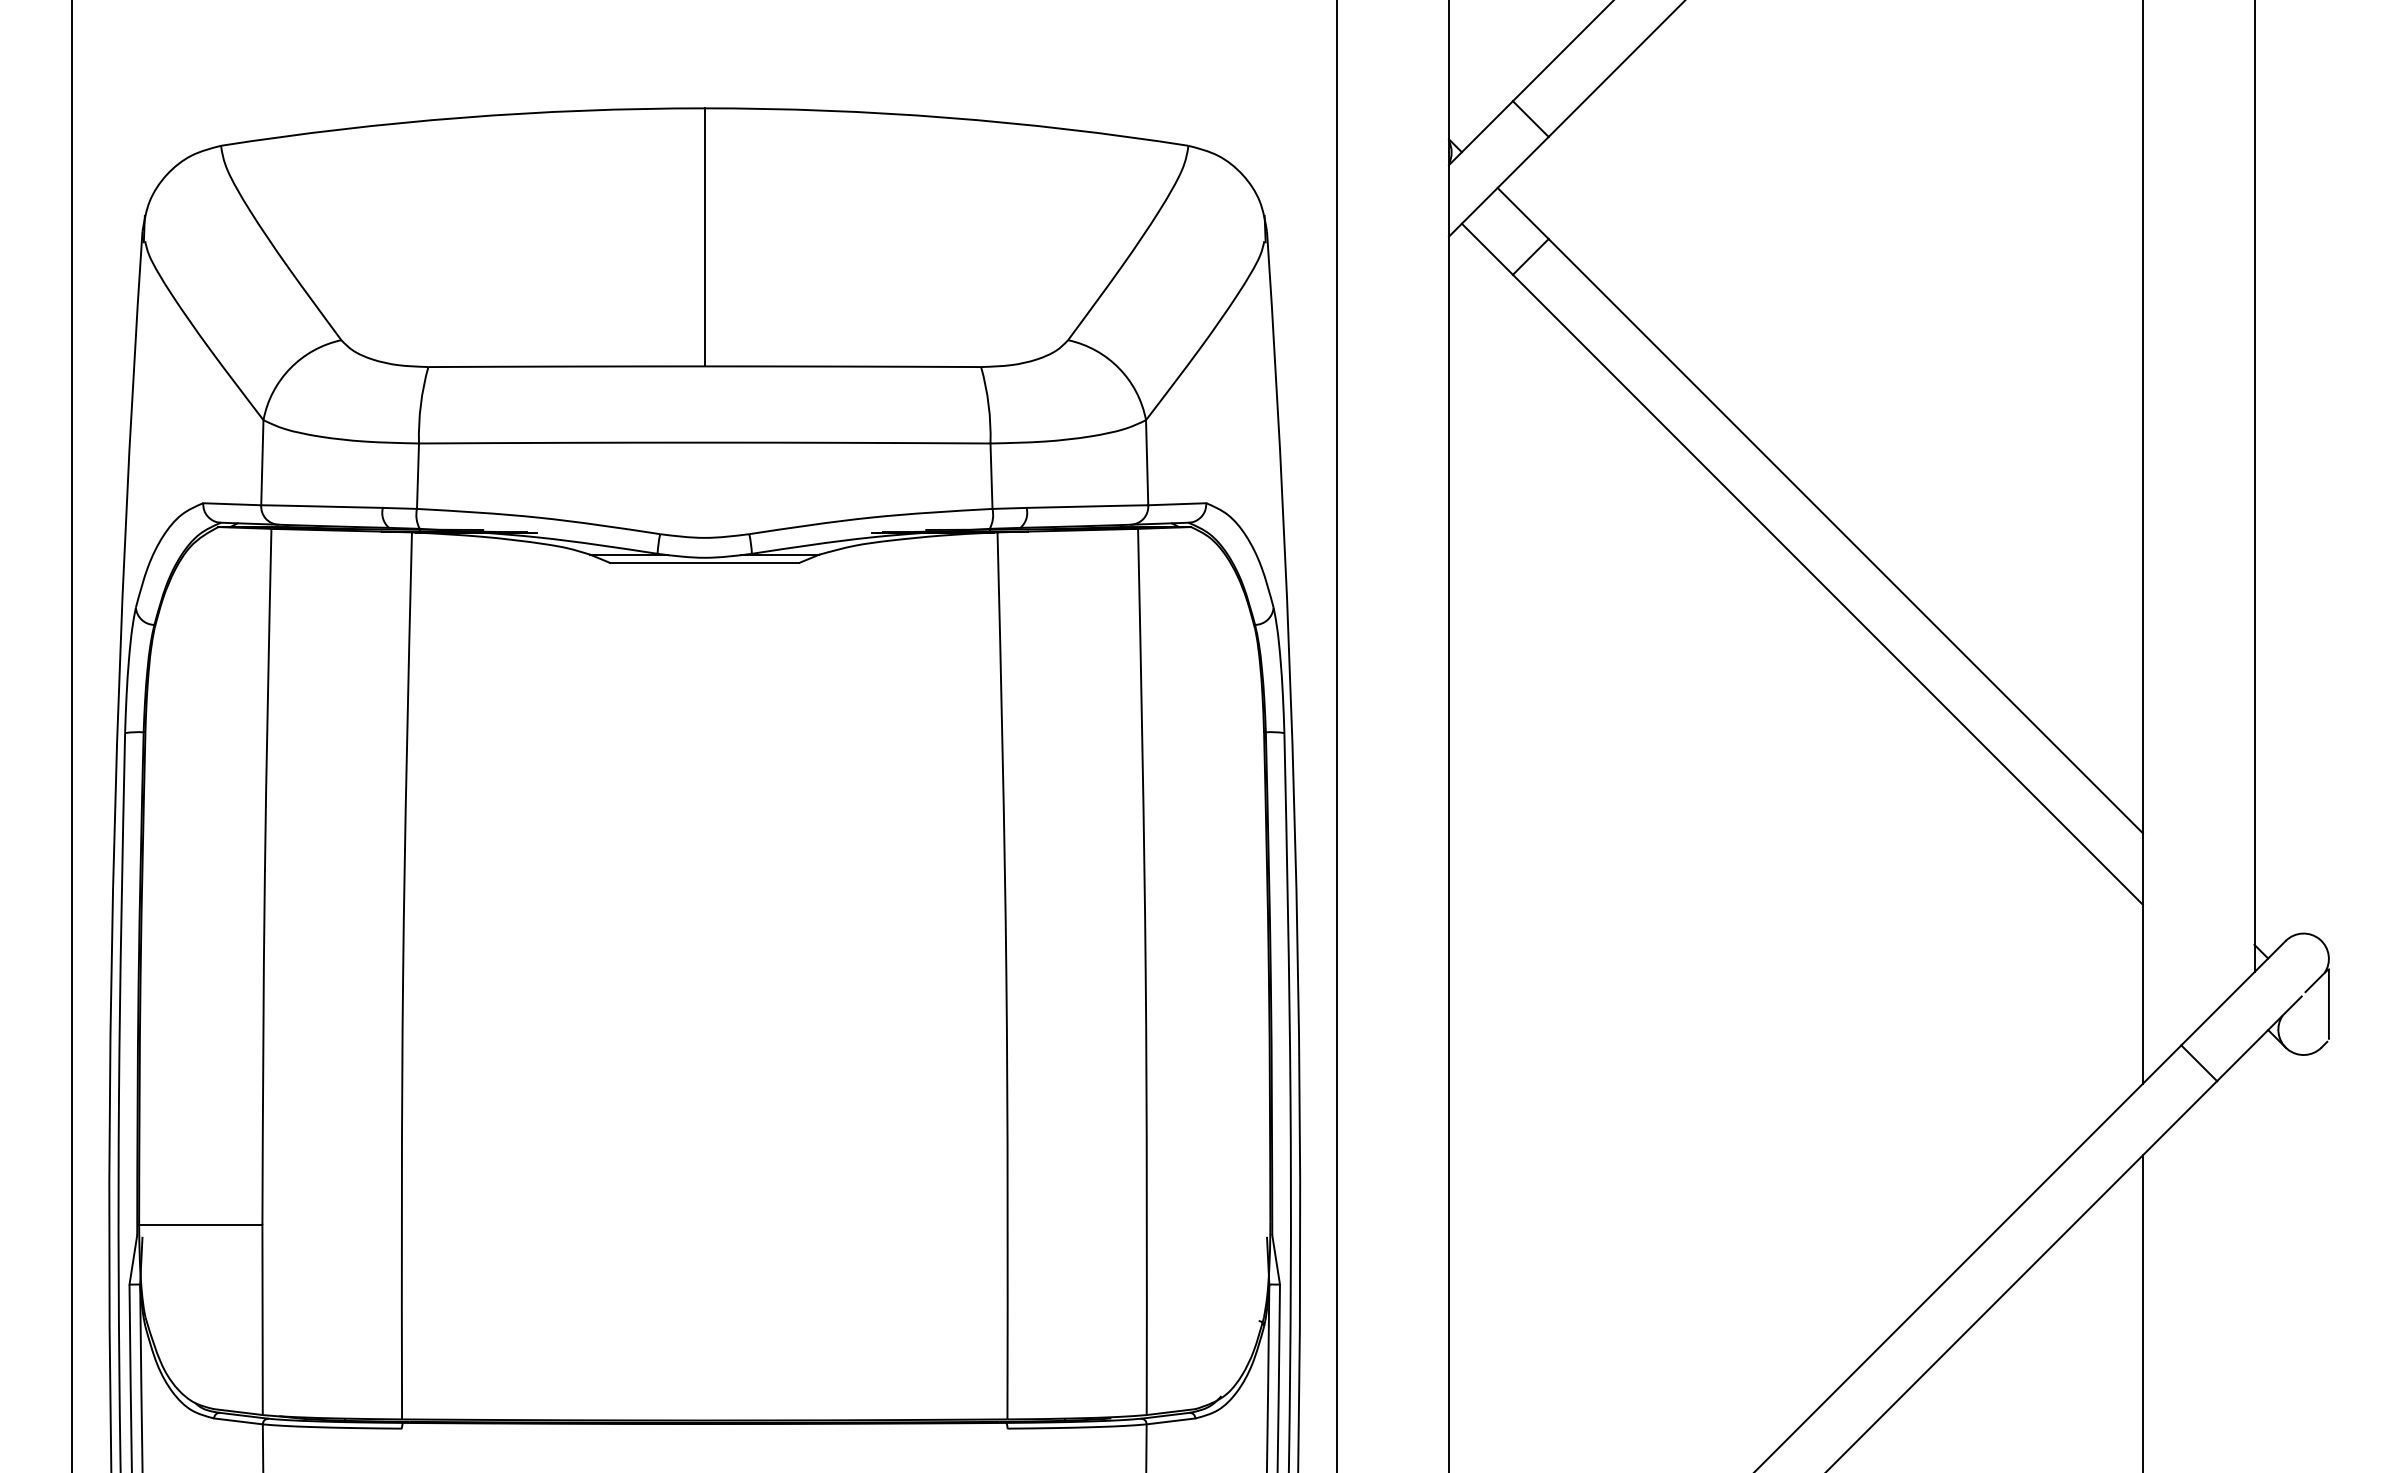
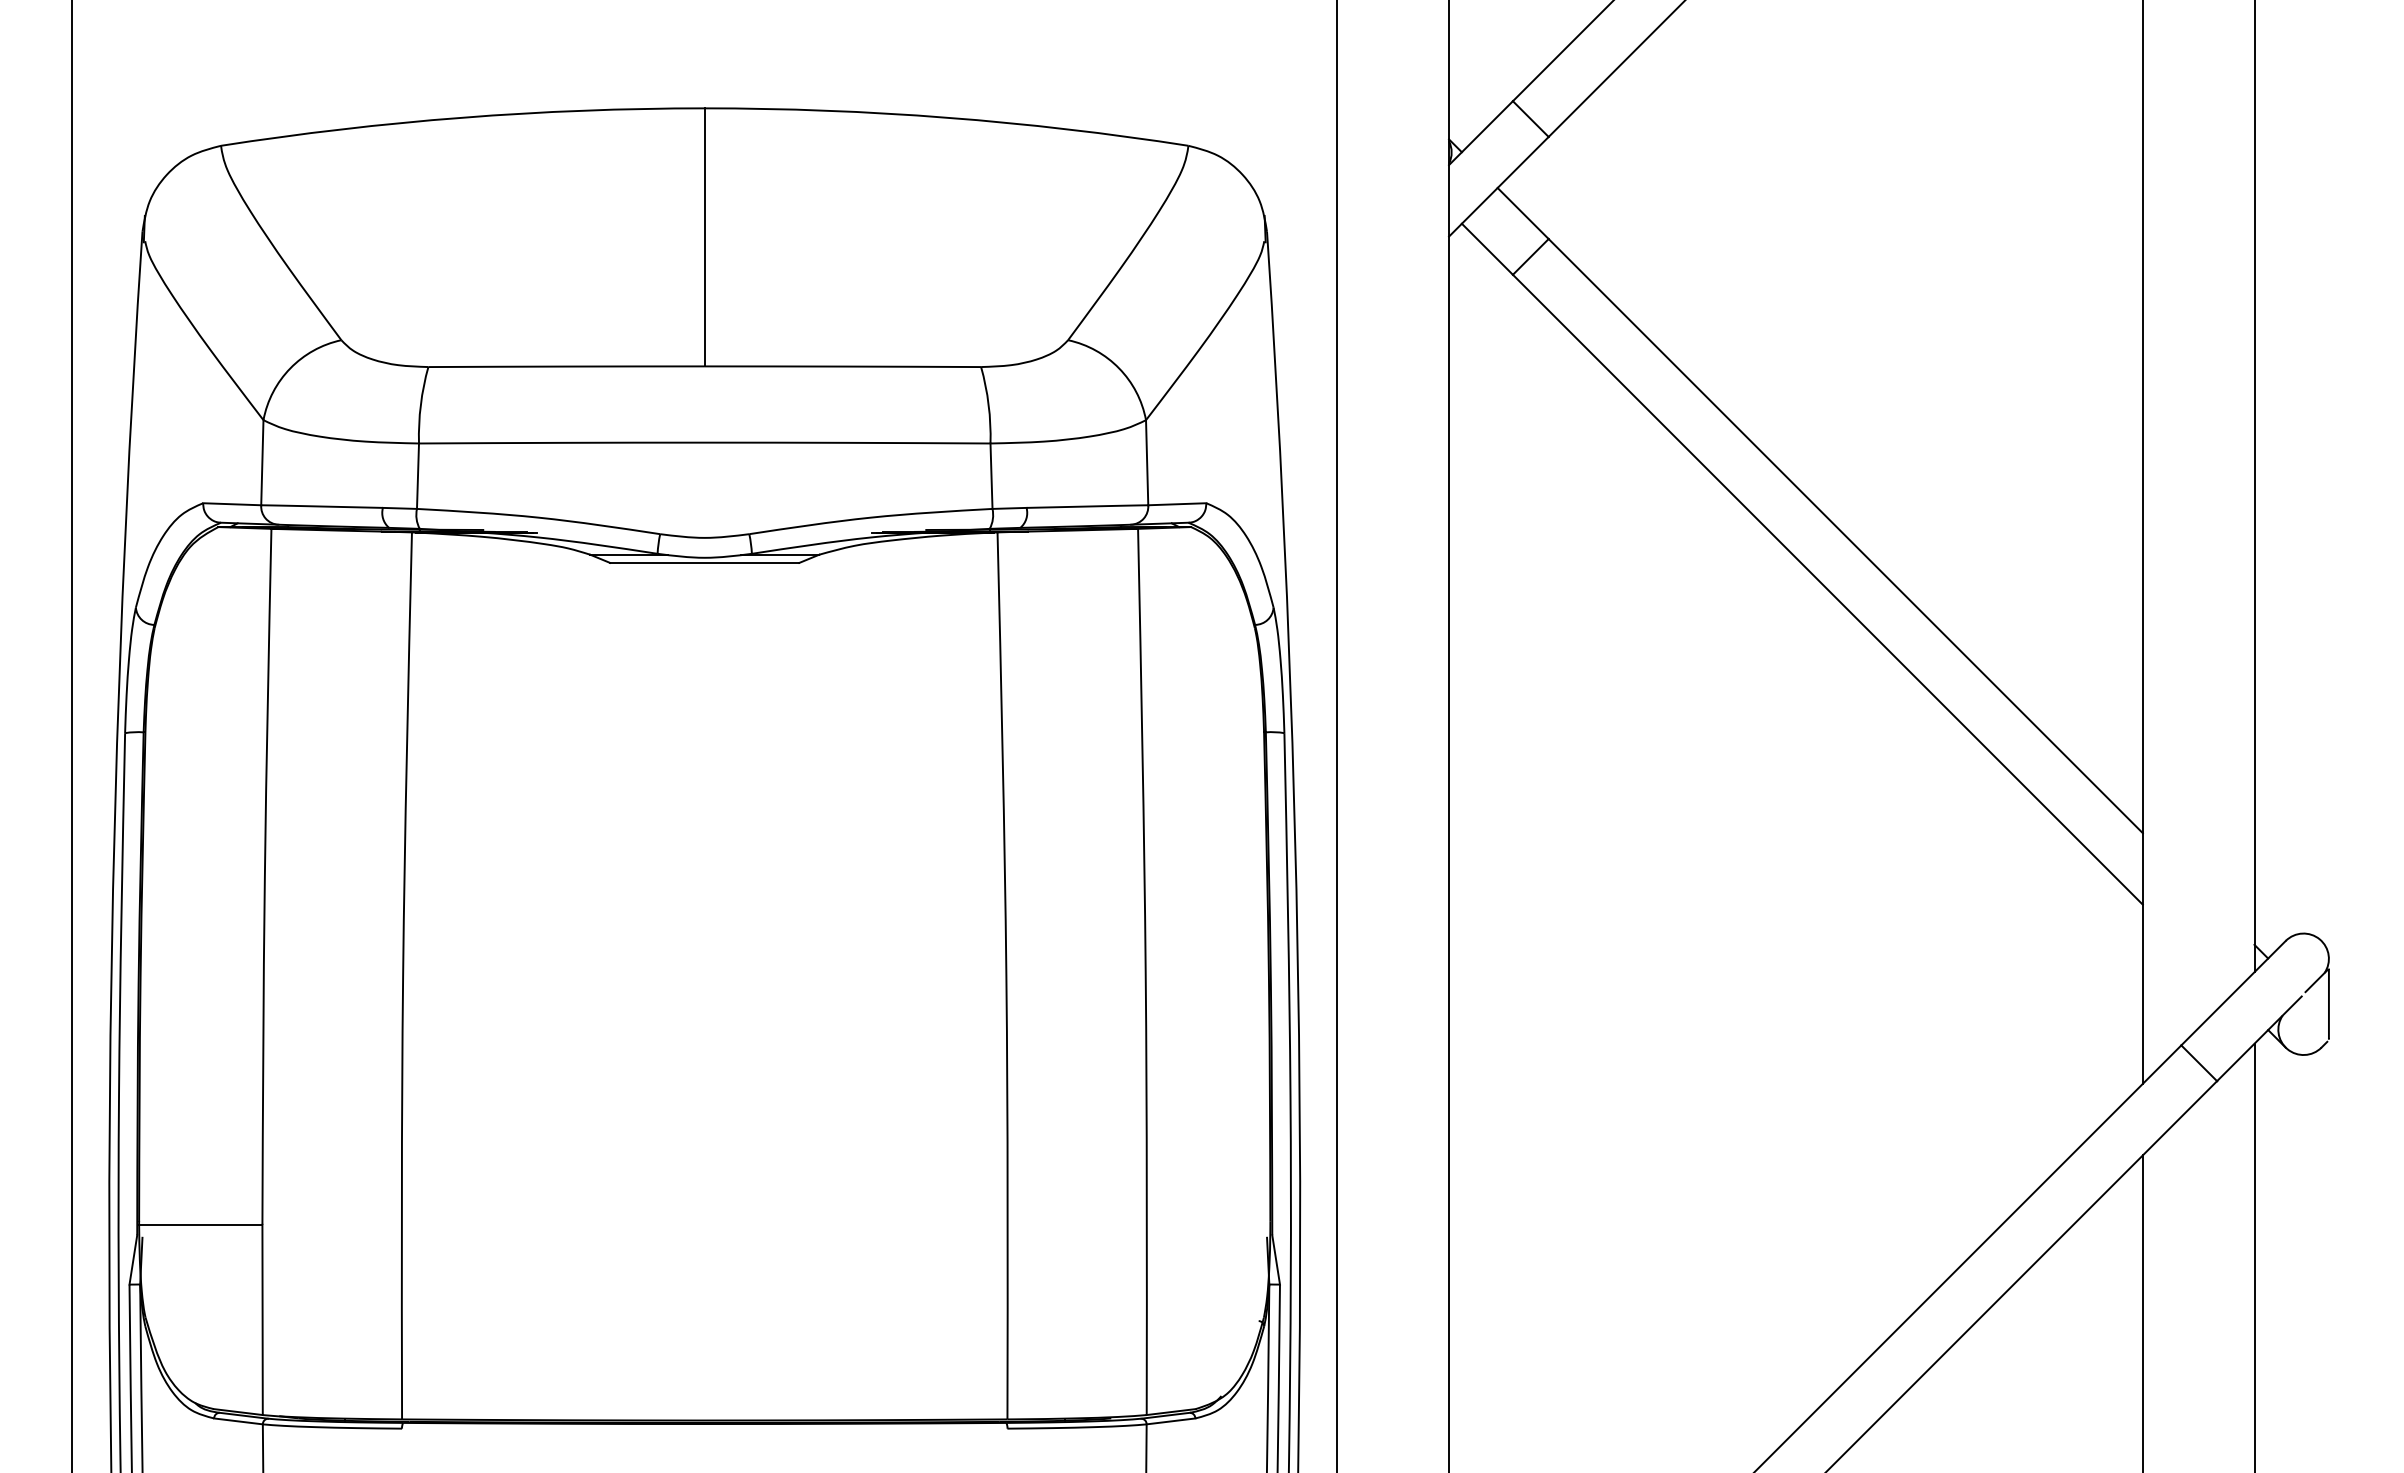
line at (2254, 1256): none -> present
